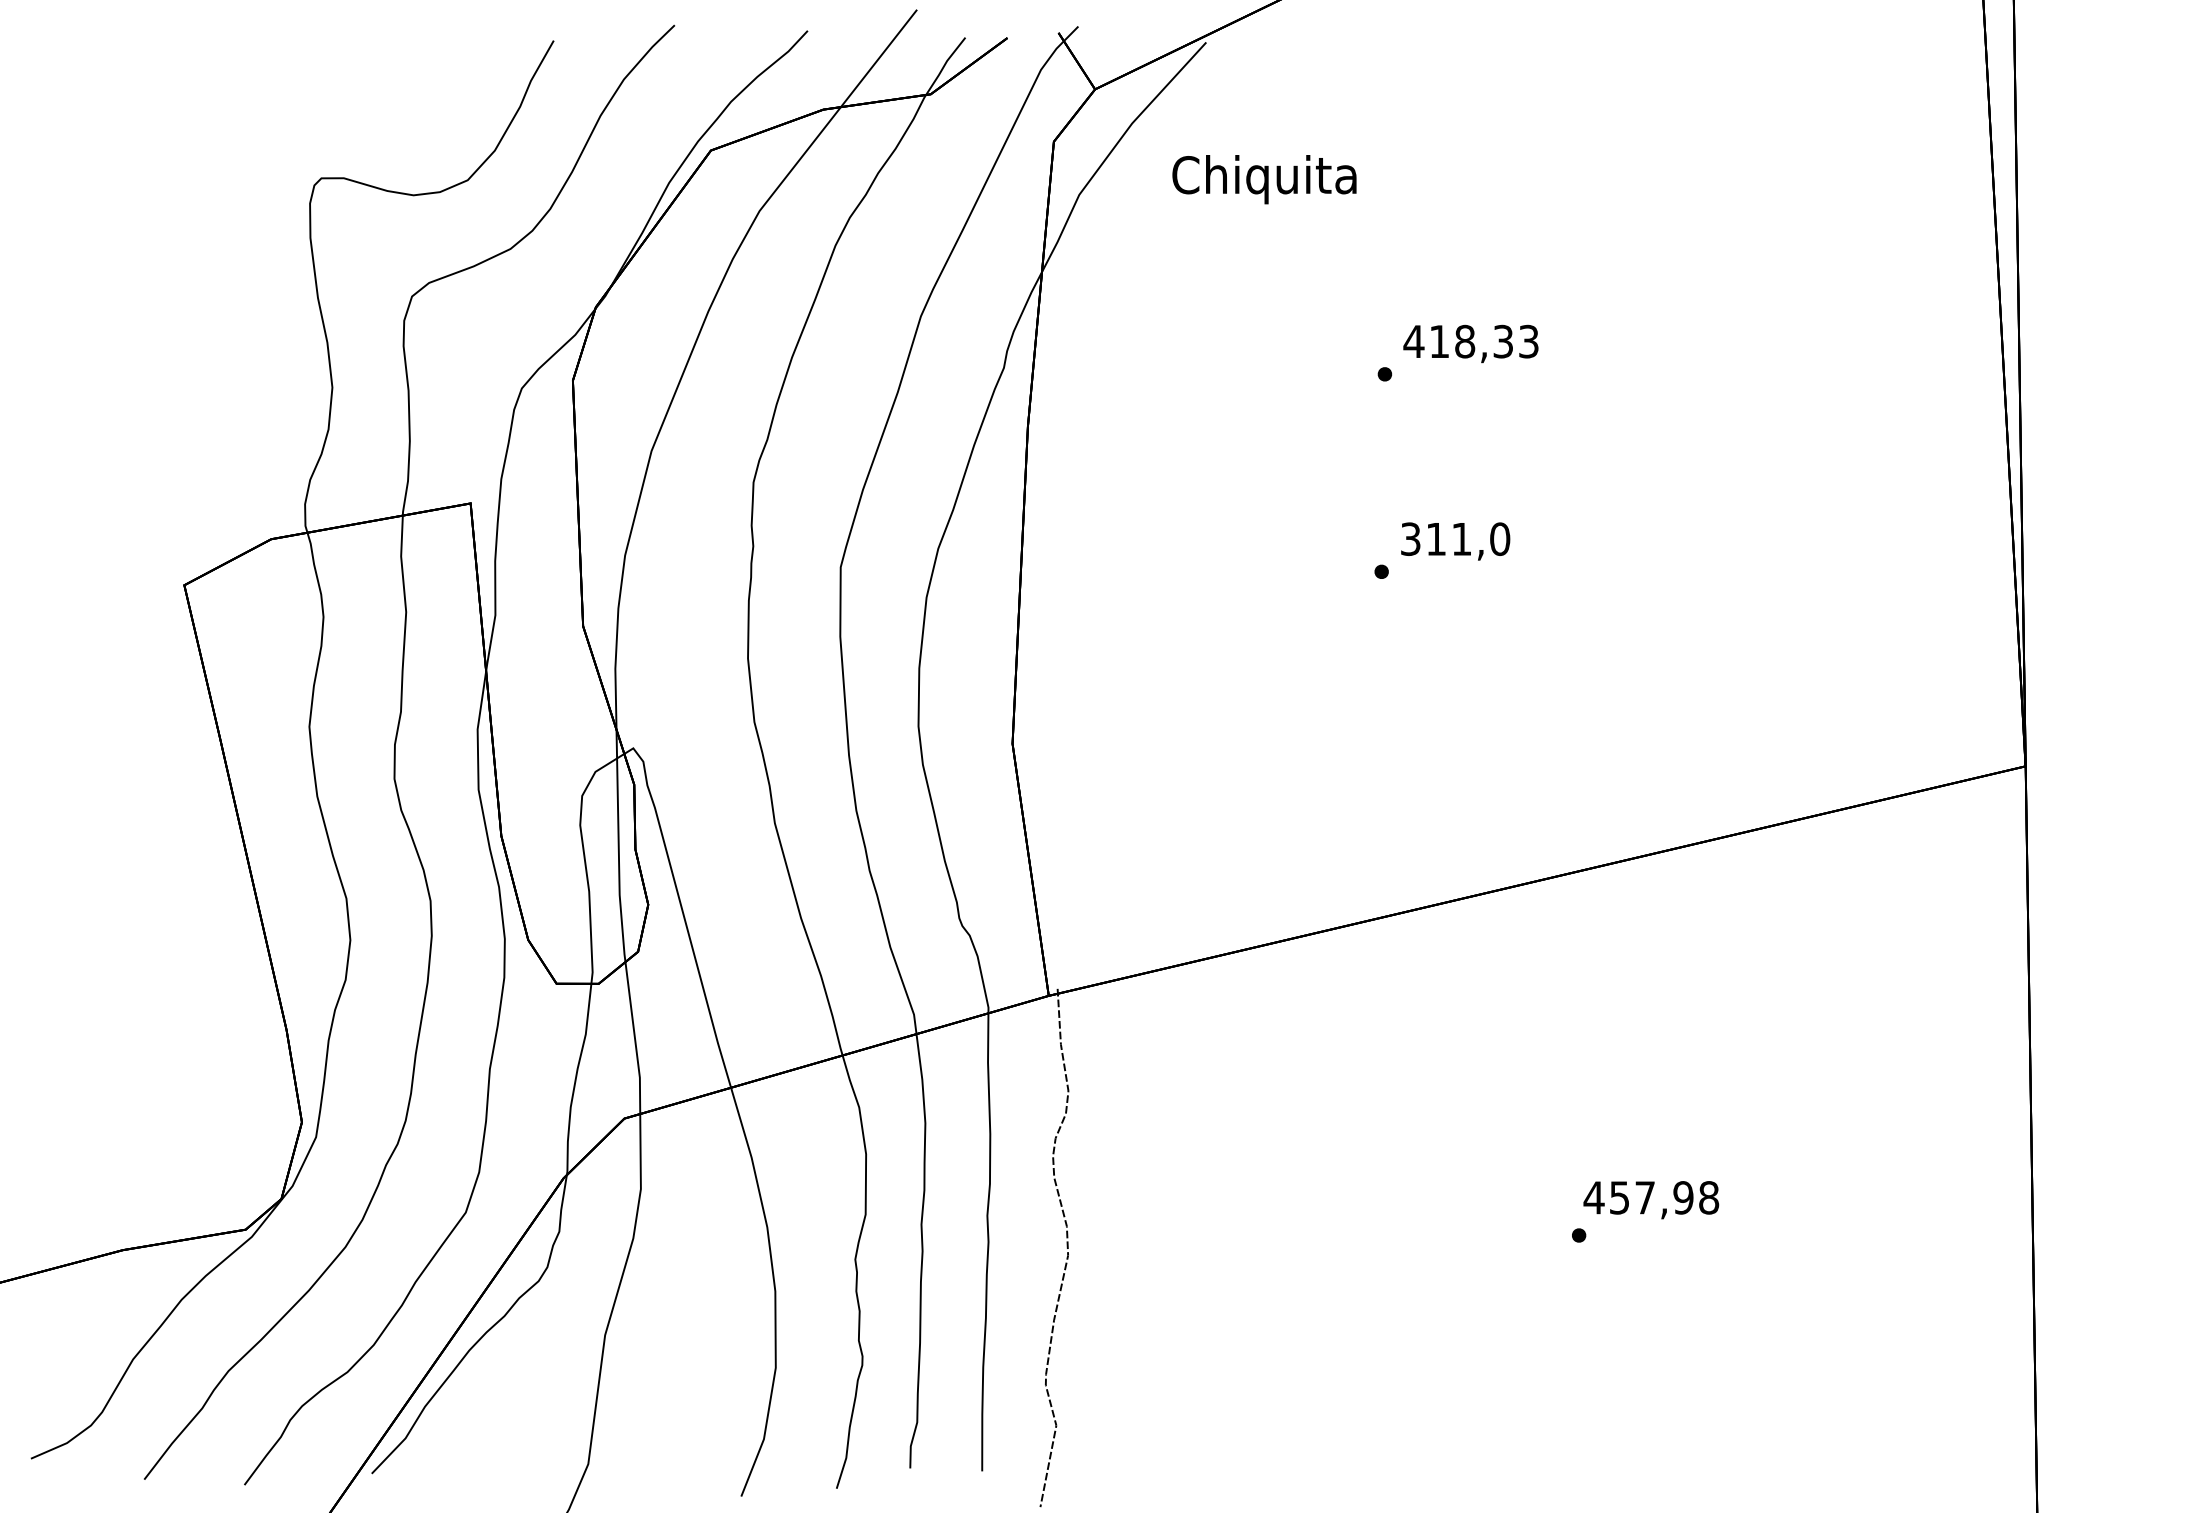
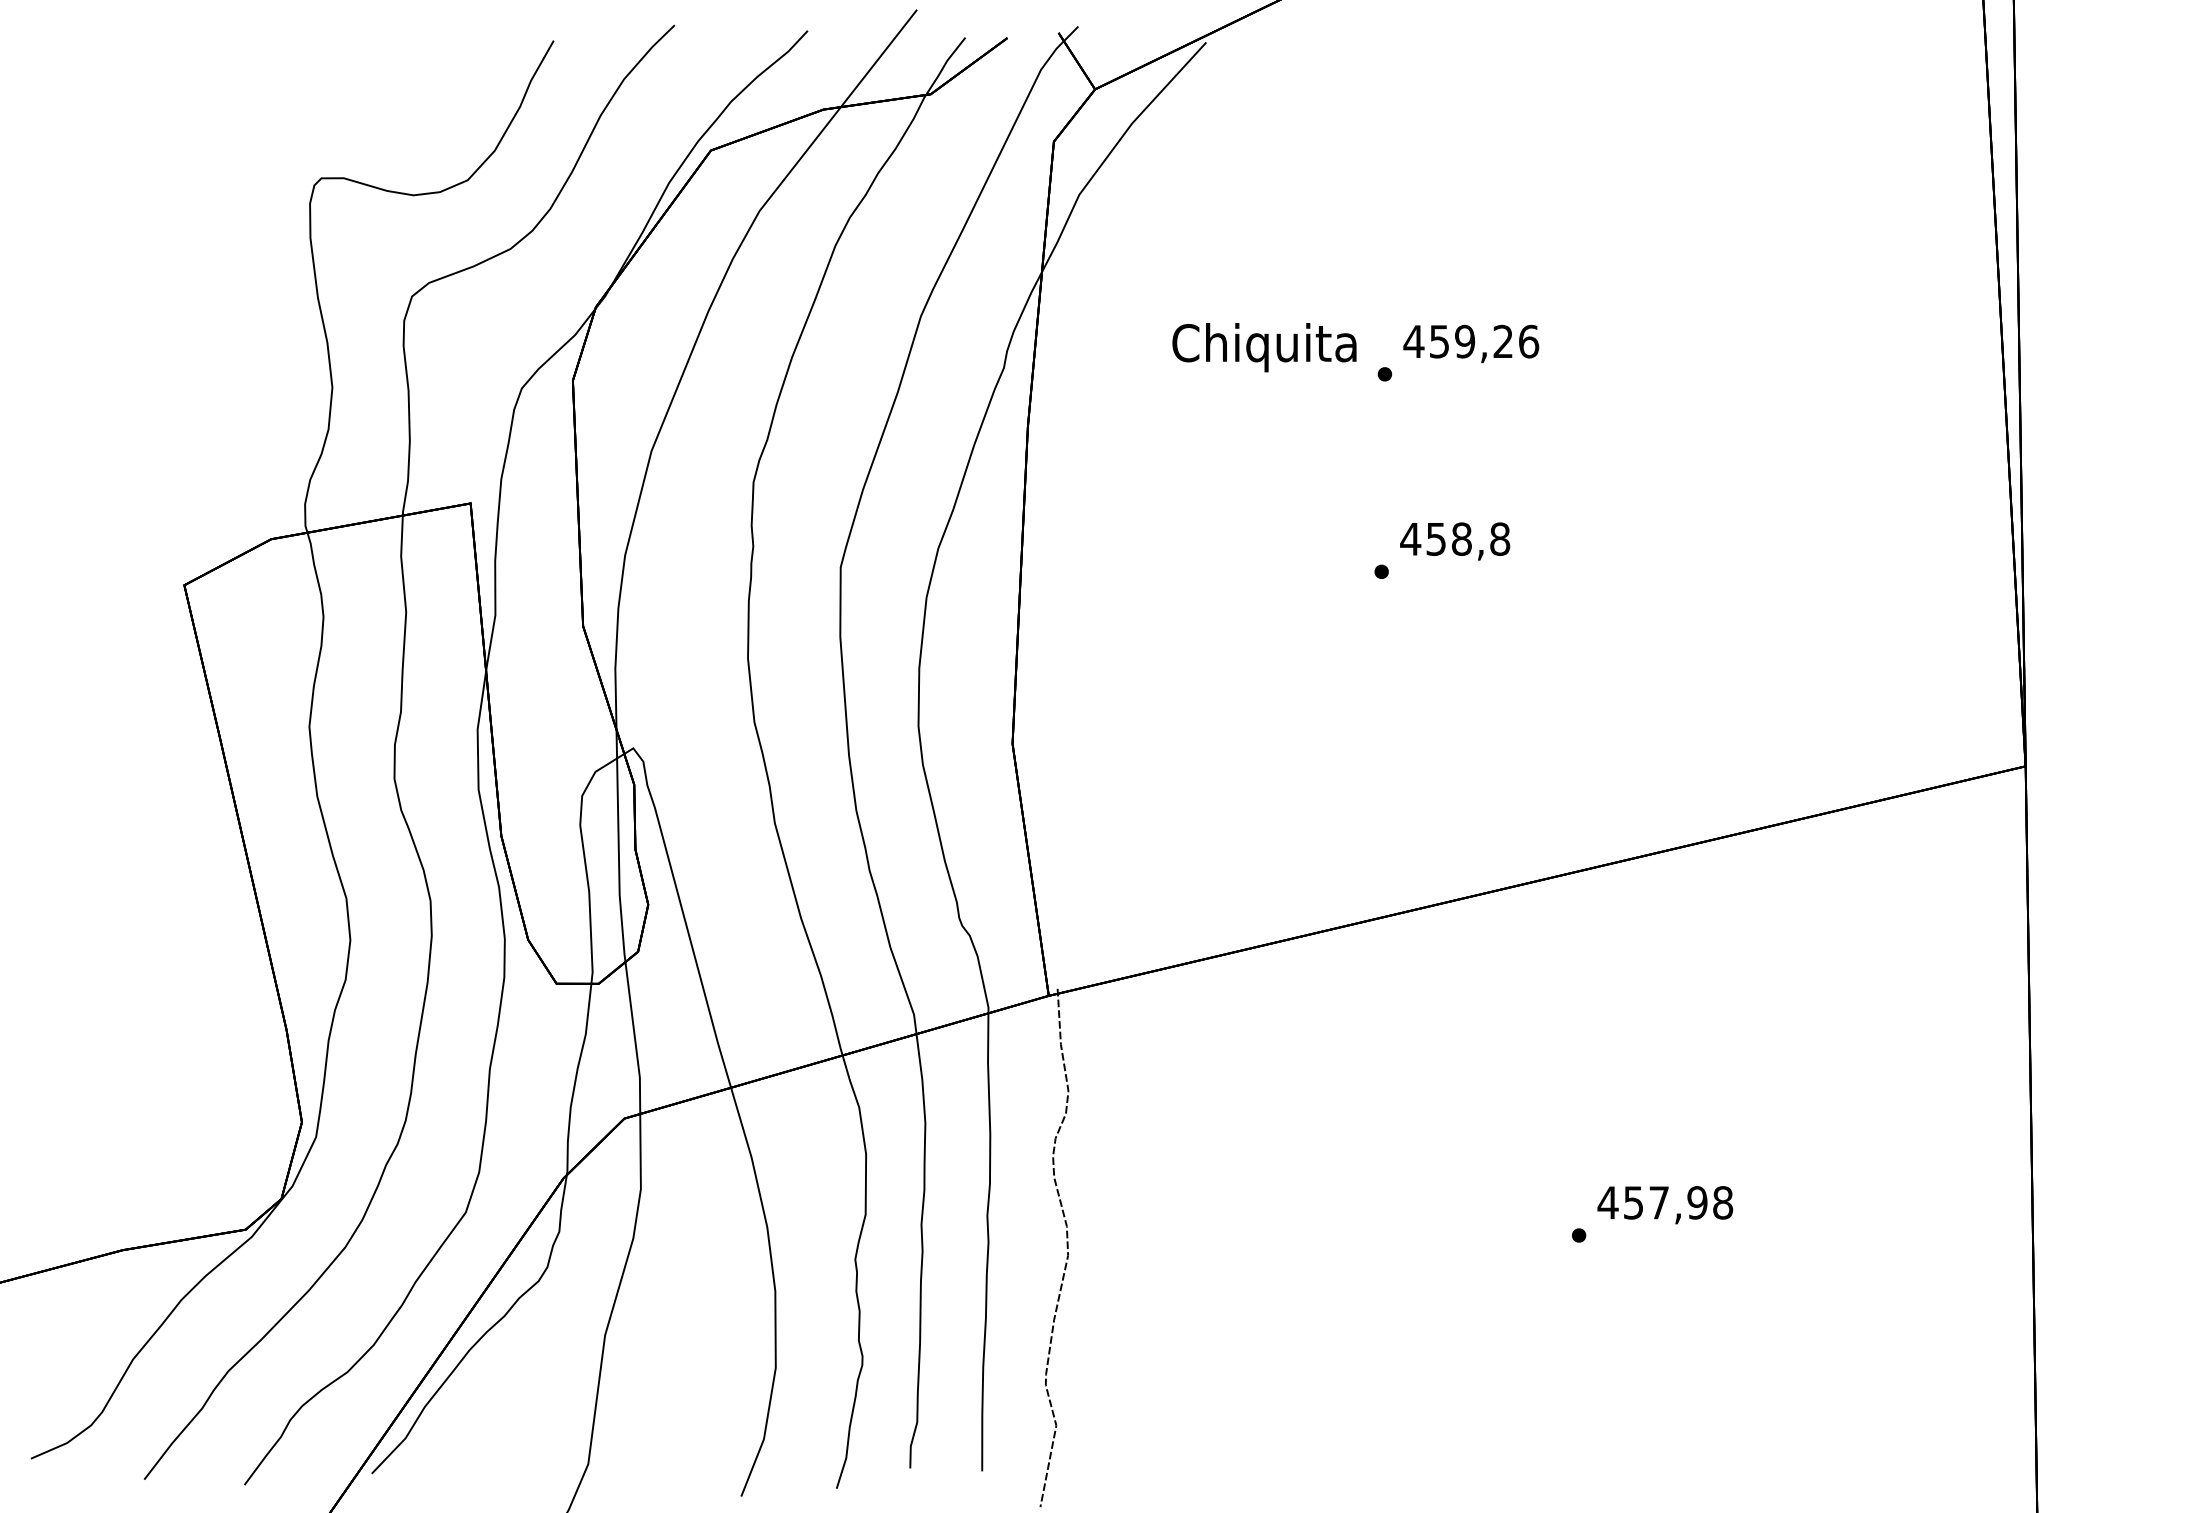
text at (1264, 179) position: (1264, 179) -> (1264, 347)
text at (1484, 341): 418,33 -> 459,26
text at (1455, 538): 311,0 -> 458,8
text at (1651, 1200) position: (1651, 1200) -> (1665, 1205)
